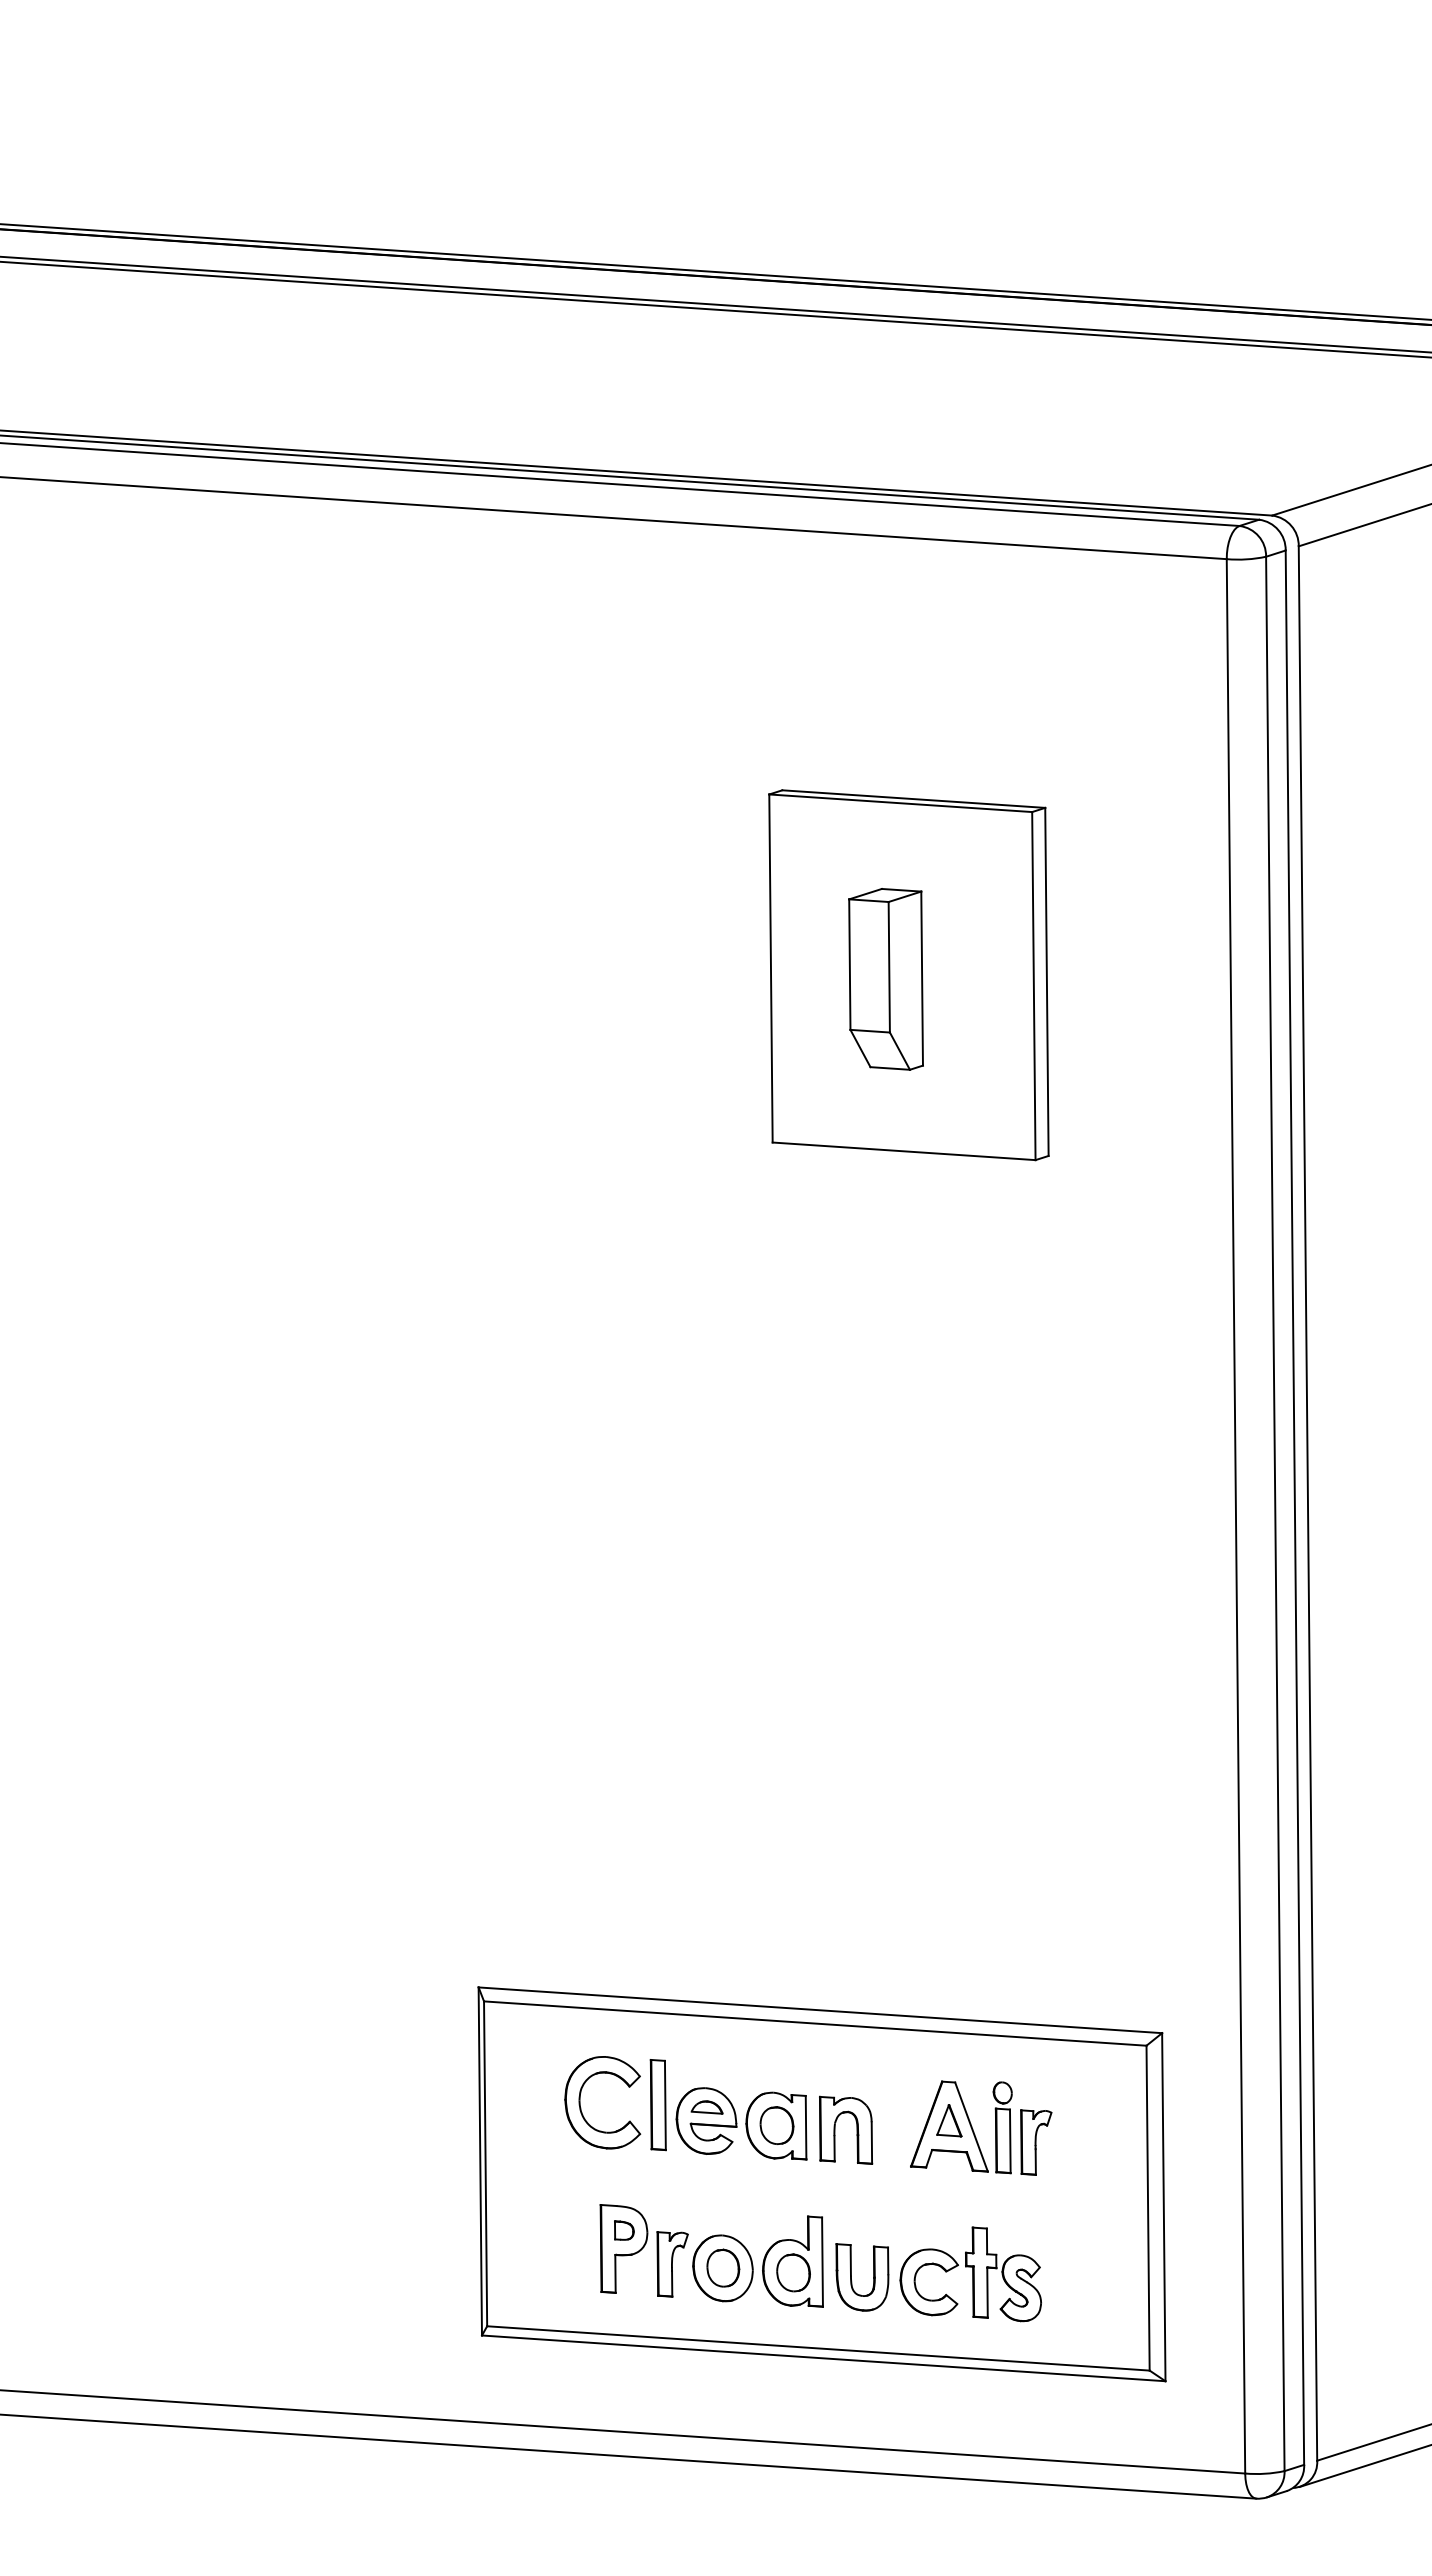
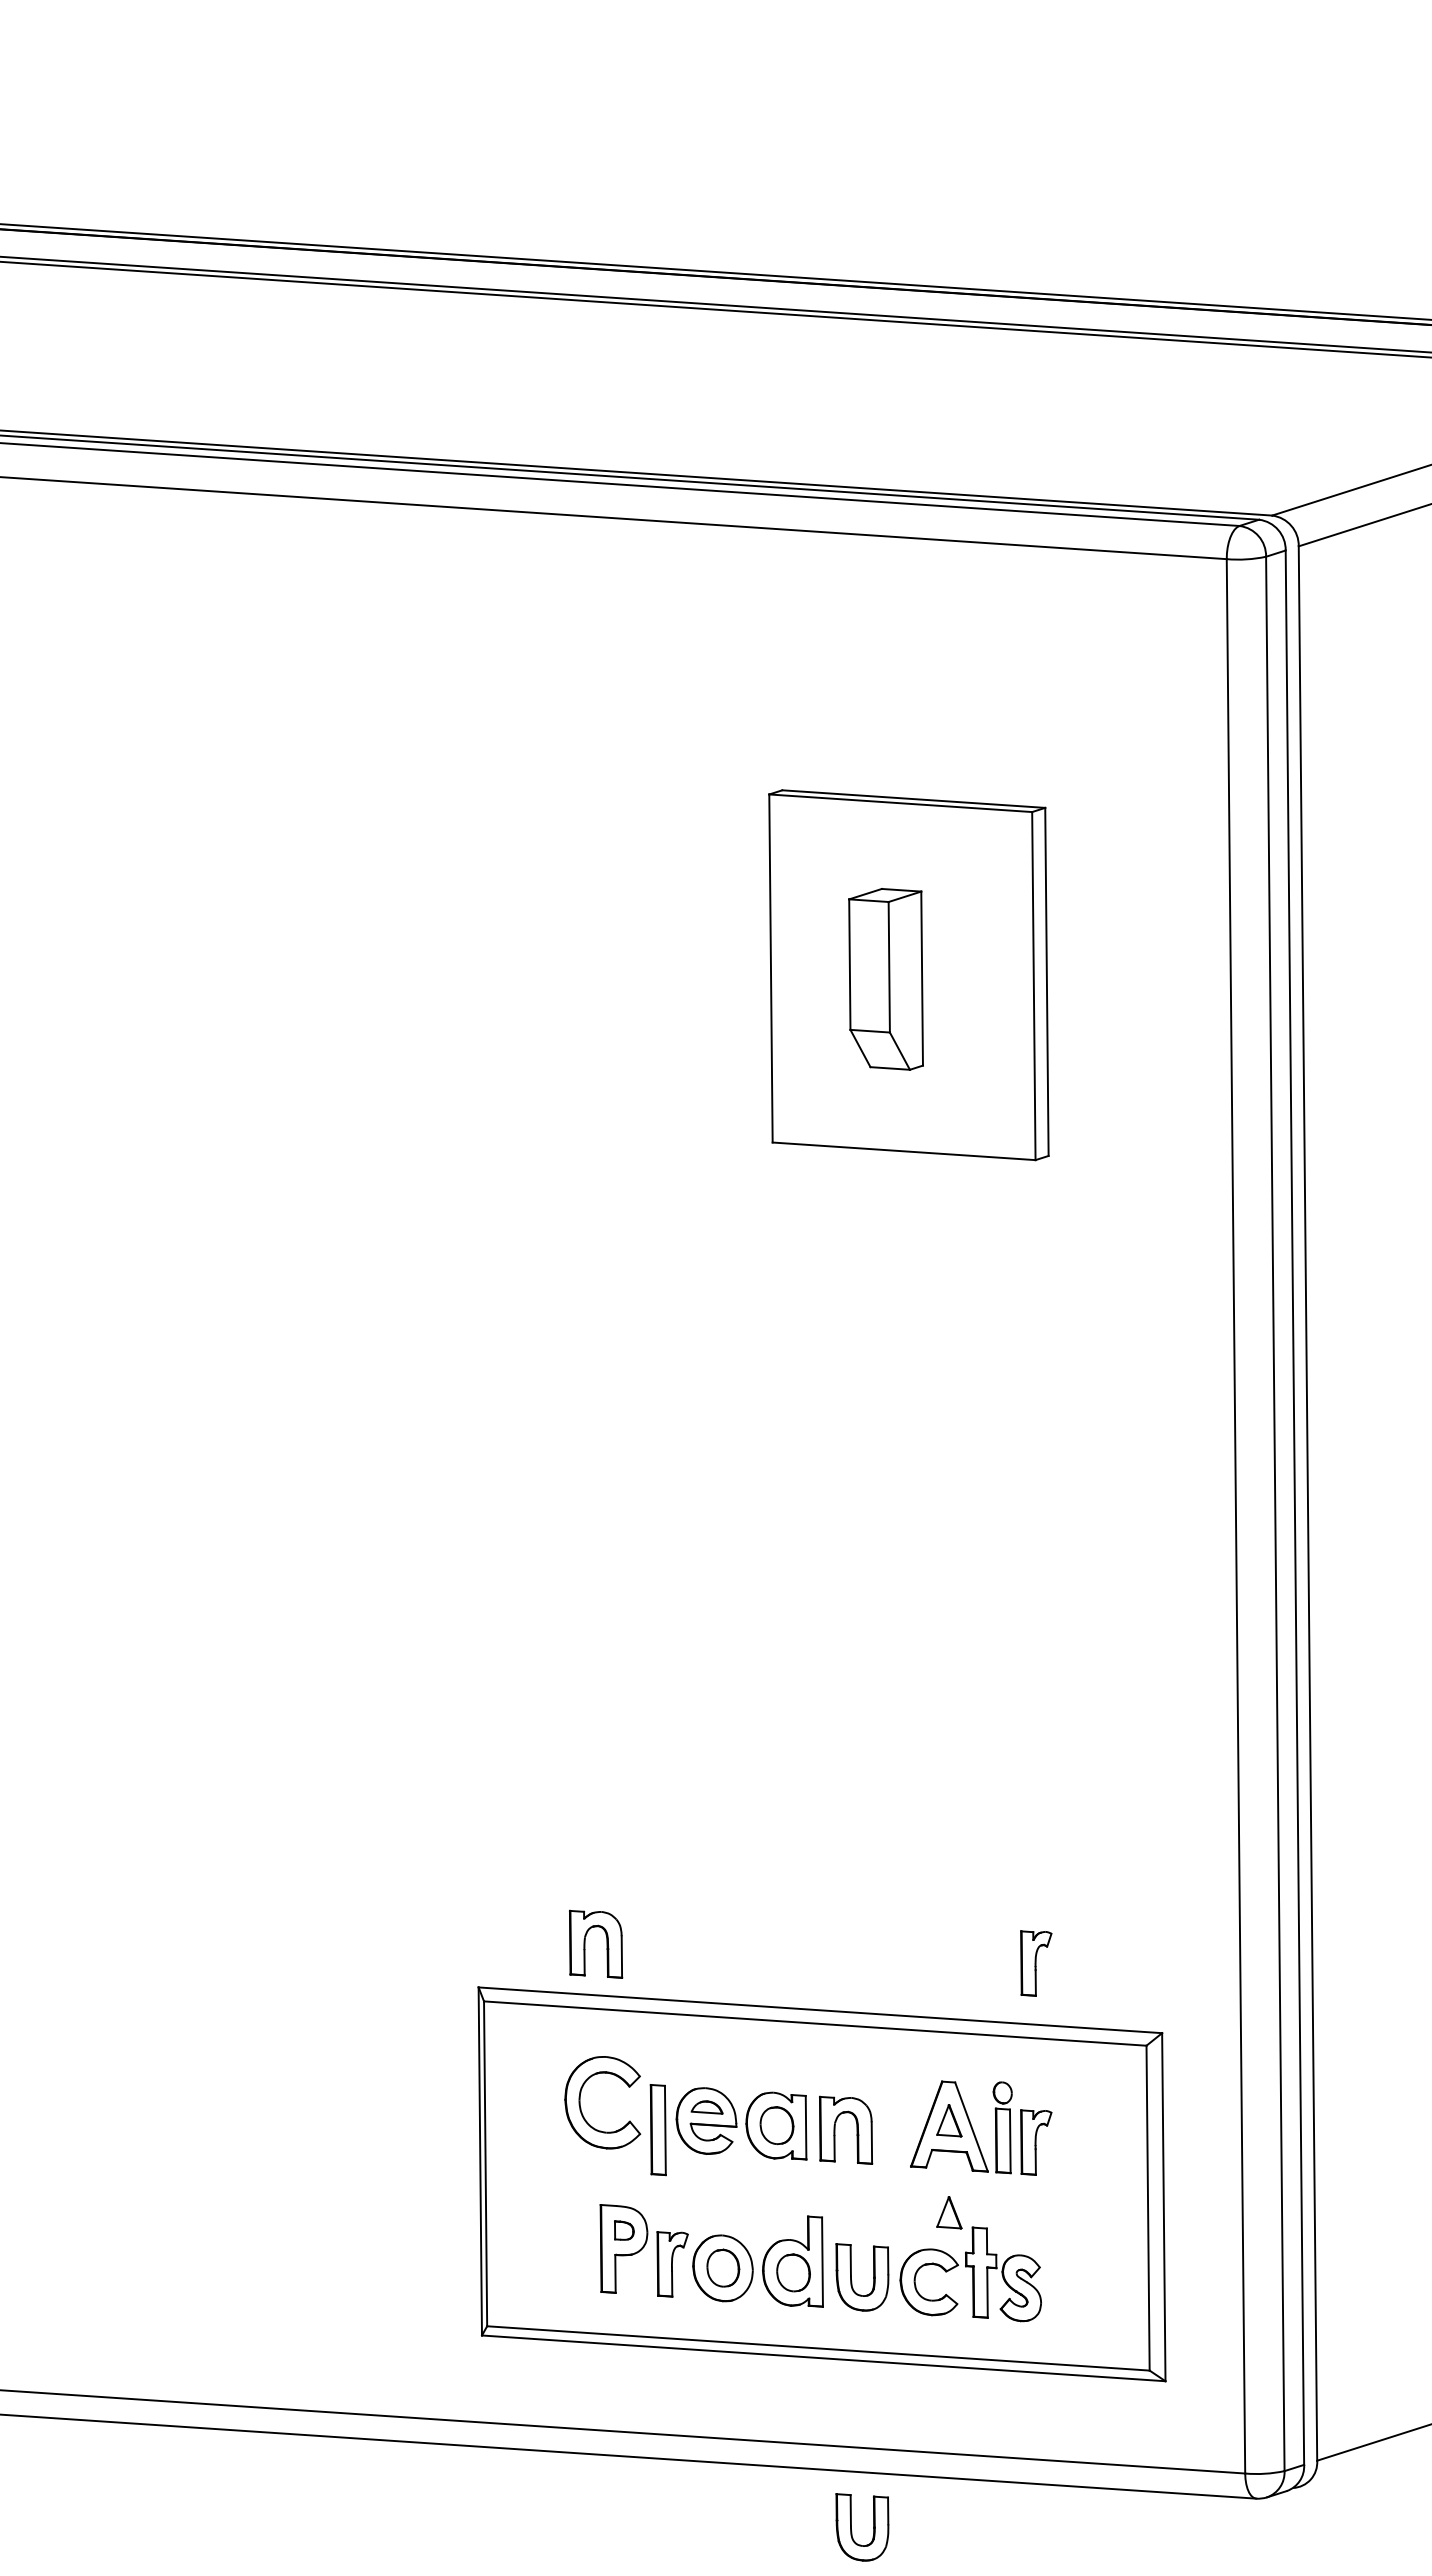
part at (606, 1943): none -> present
part at (1036, 1963): none -> present
part at (657, 2105) position: (657, 2105) -> (657, 2130)
part at (949, 2212): none -> present
line at (1363, 2465): present -> none
part at (852, 2531): none -> present
